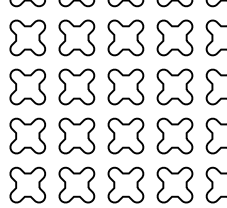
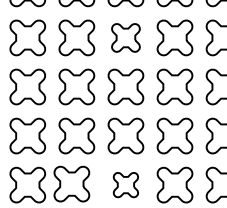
part at (125, 37) size: 38x38 px -> 30x30 px
part at (76, 184) position: (76, 184) -> (71, 183)
part at (125, 184) size: 38x38 px -> 27x27 px
